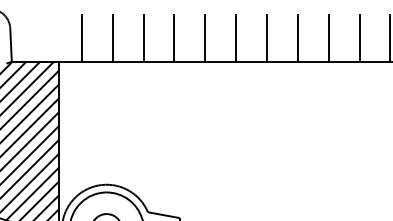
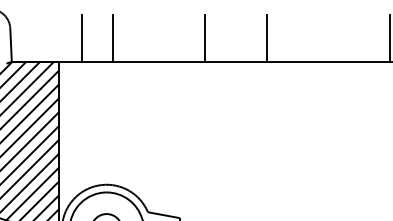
line at (143, 37): present -> none
line at (174, 37): present -> none
line at (236, 37): present -> none
line at (297, 37): present -> none
line at (328, 37): present -> none
line at (359, 37): present -> none
